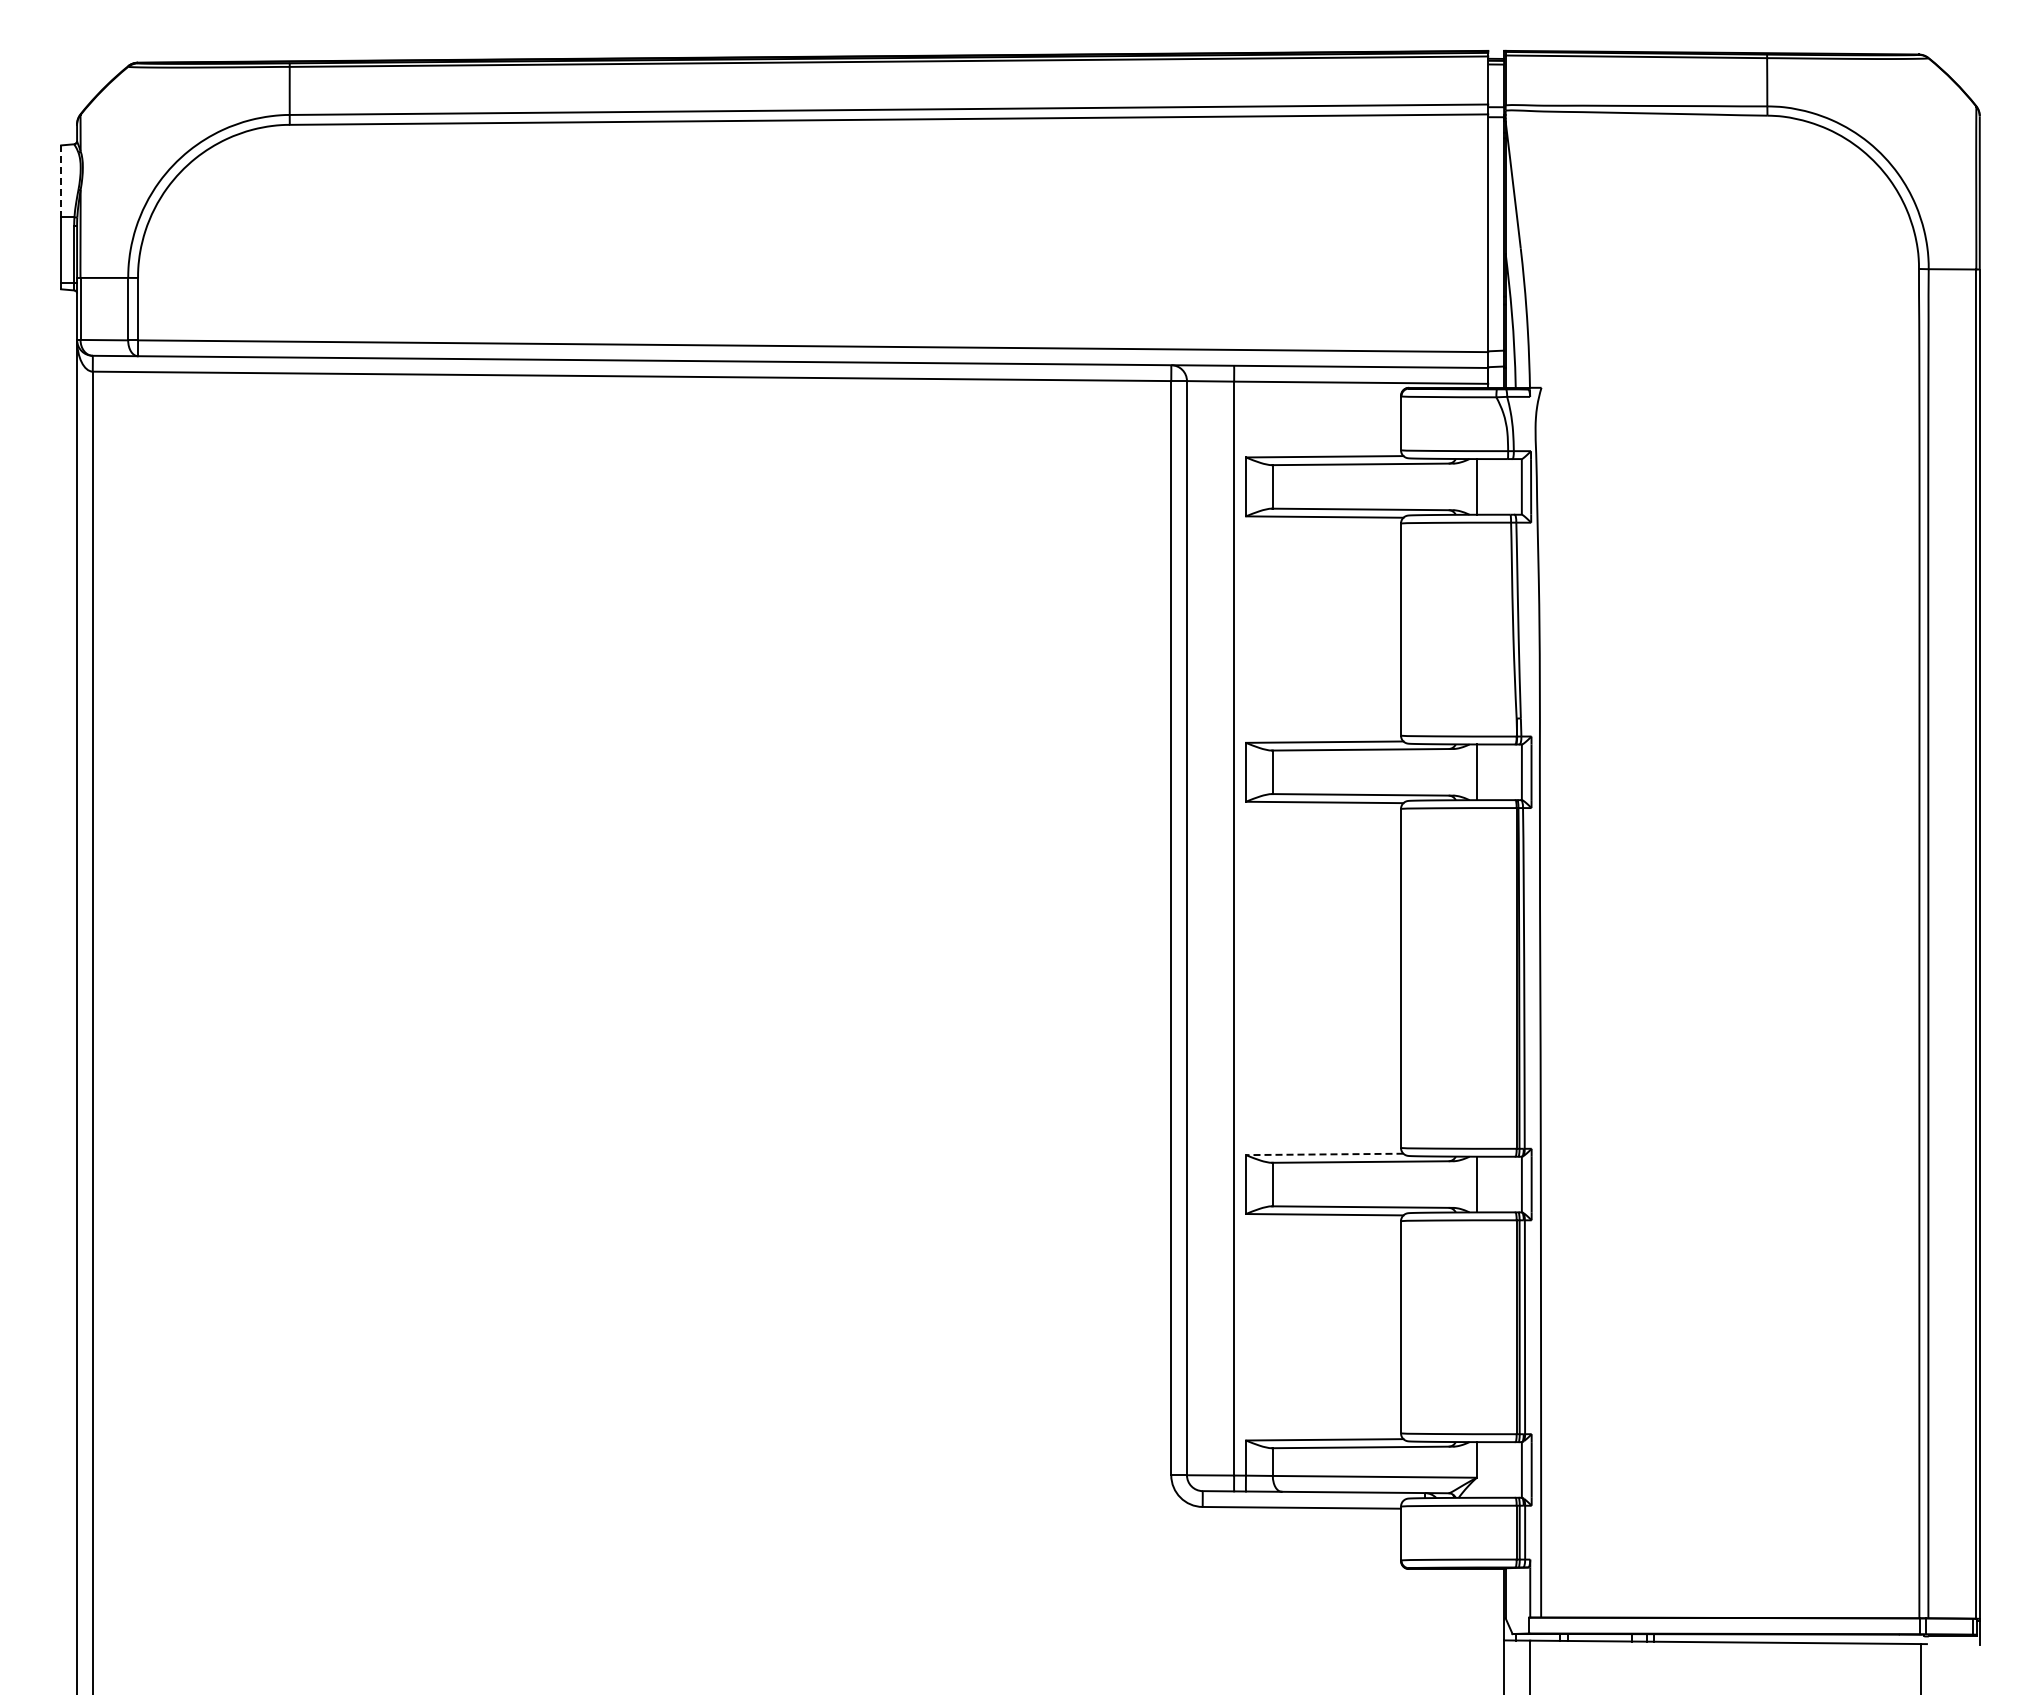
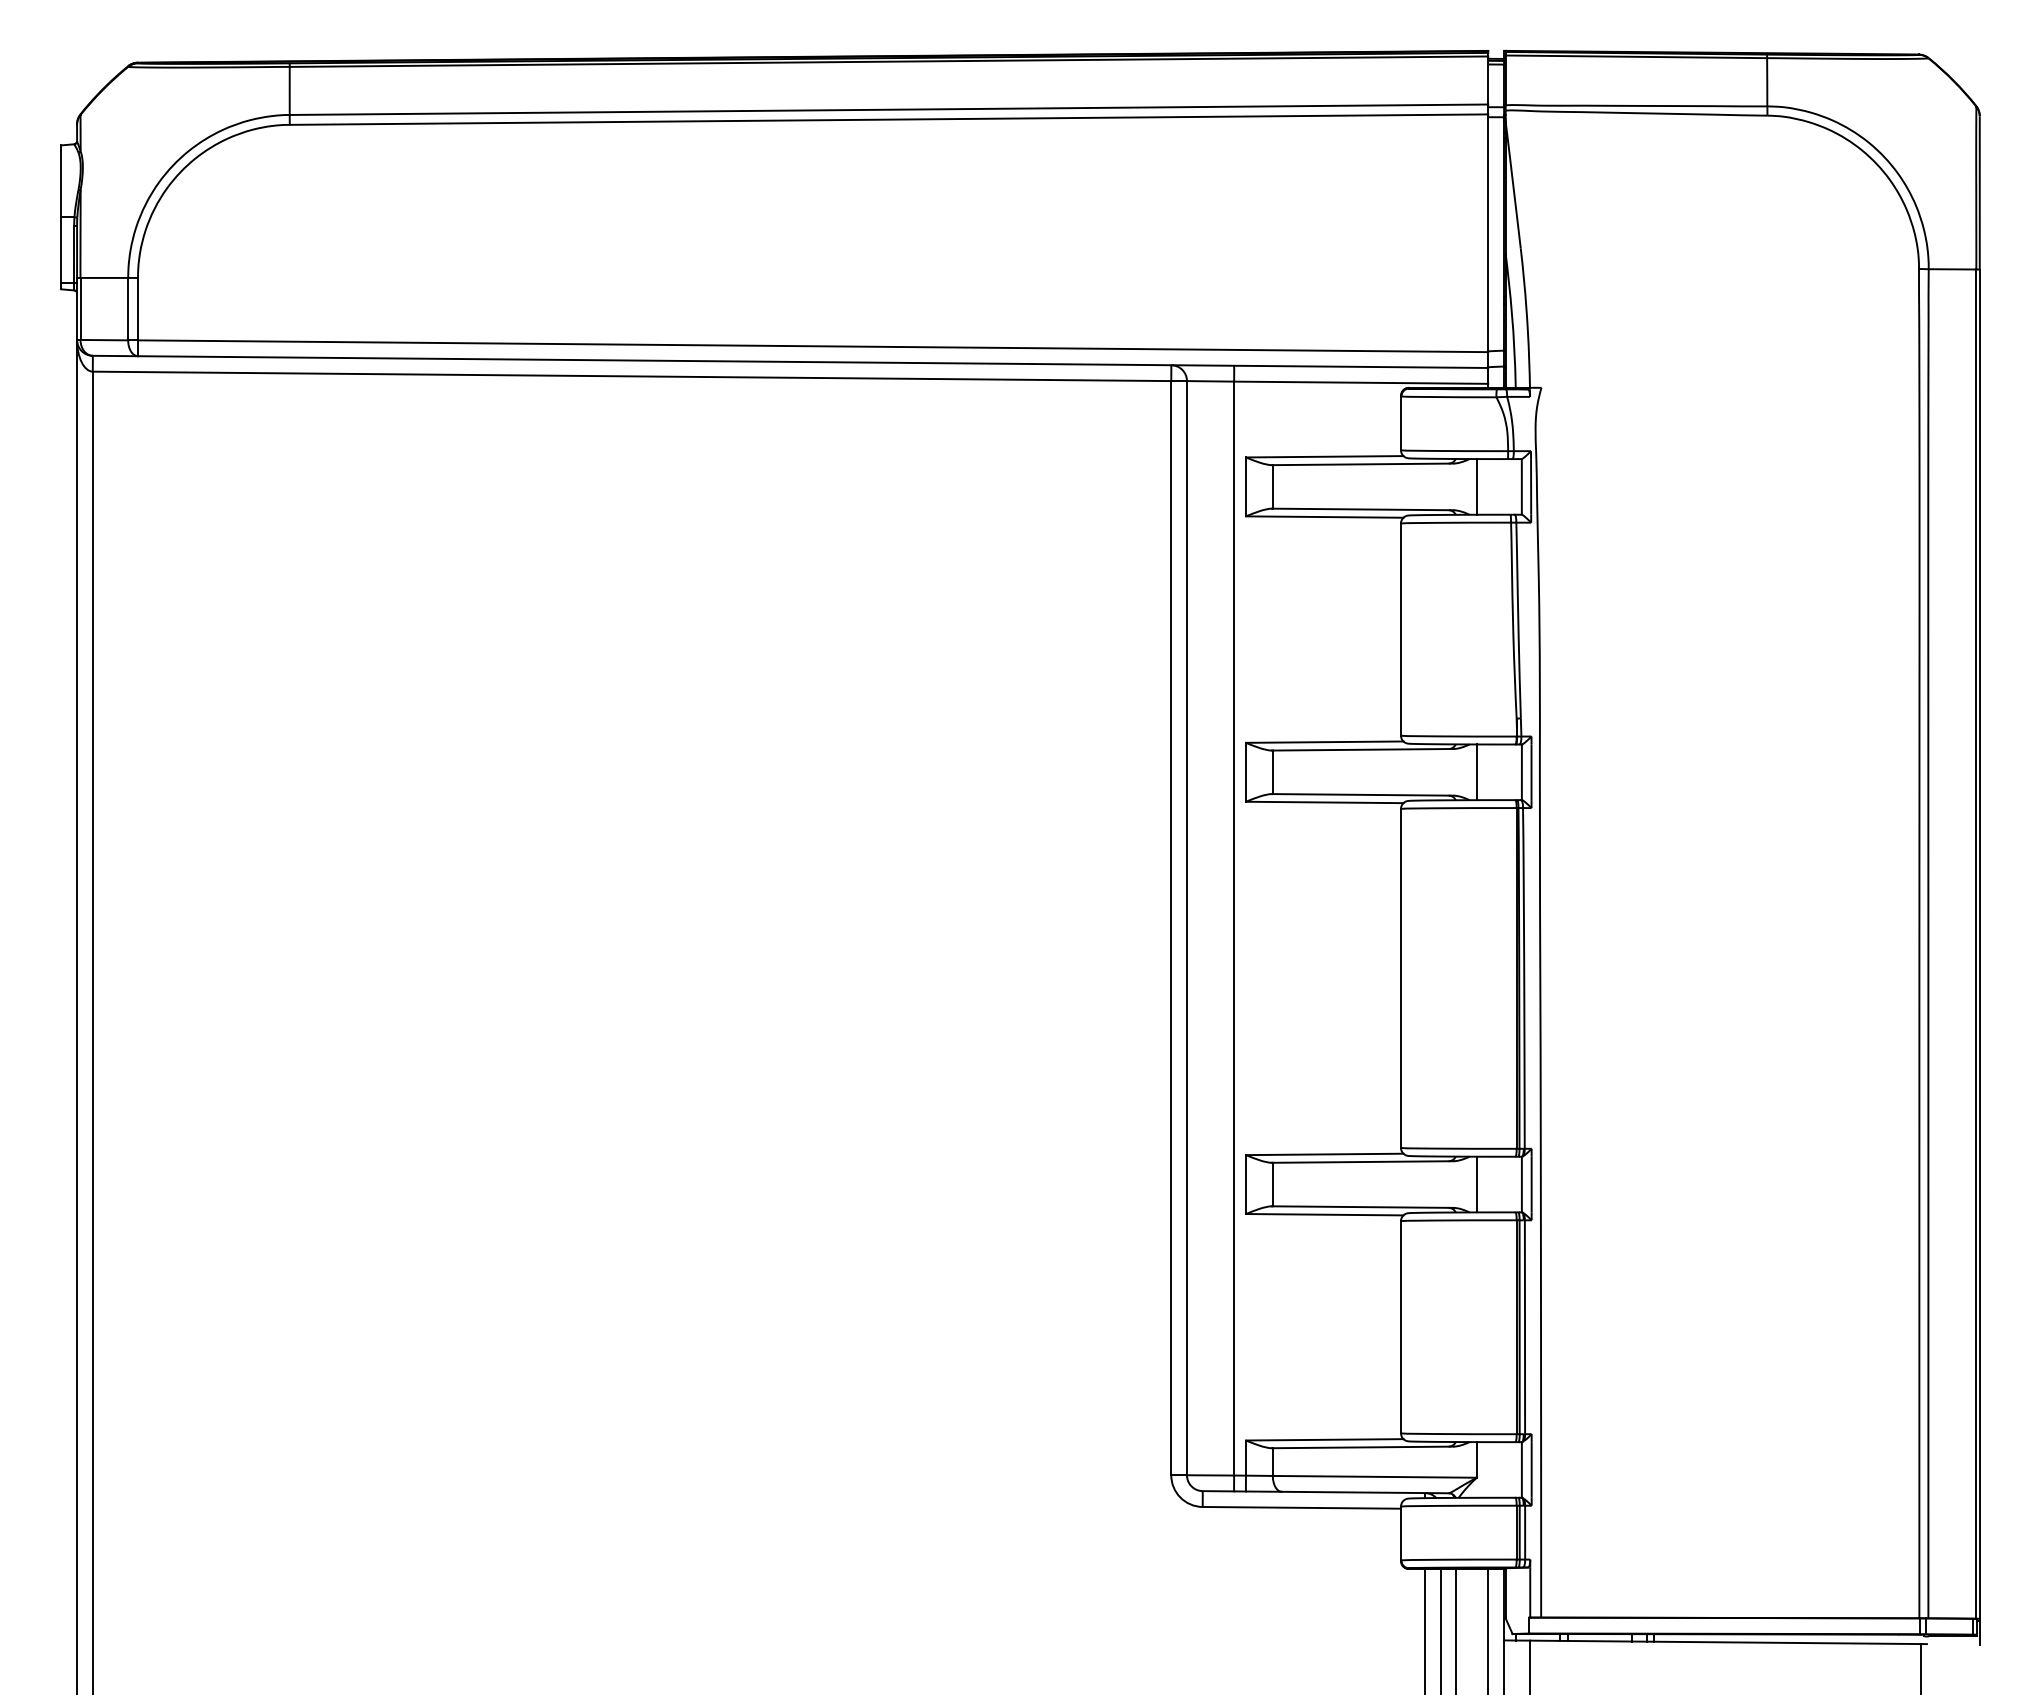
line at (61, 181): dashed -> solid
line at (1324, 1154): dashed -> solid
line at (1424, 1630): none -> present
line at (1440, 1630): none -> present
line at (1456, 1630): none -> present
line at (1488, 1630): none -> present
